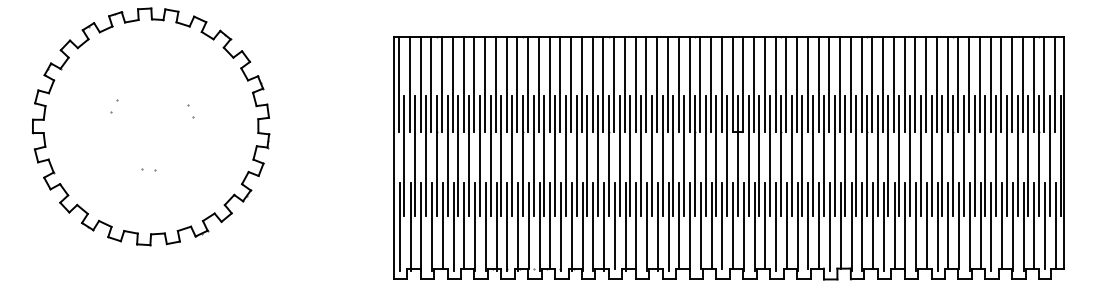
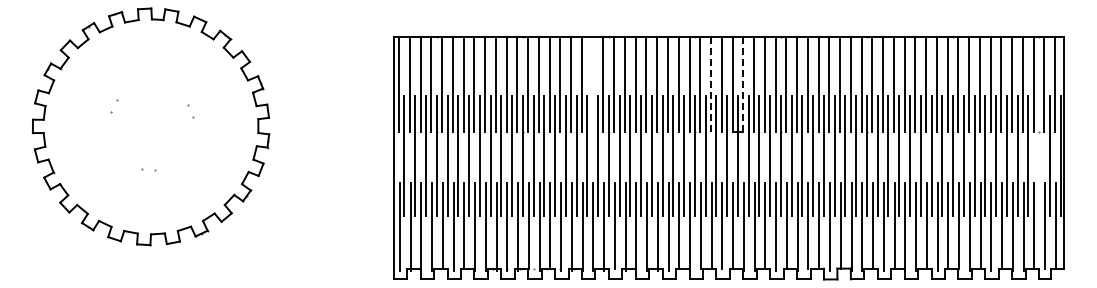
line at (592, 84): present -> none
line at (711, 85): solid -> dashed
line at (743, 85): solid -> dashed
line at (1039, 155): present -> none
